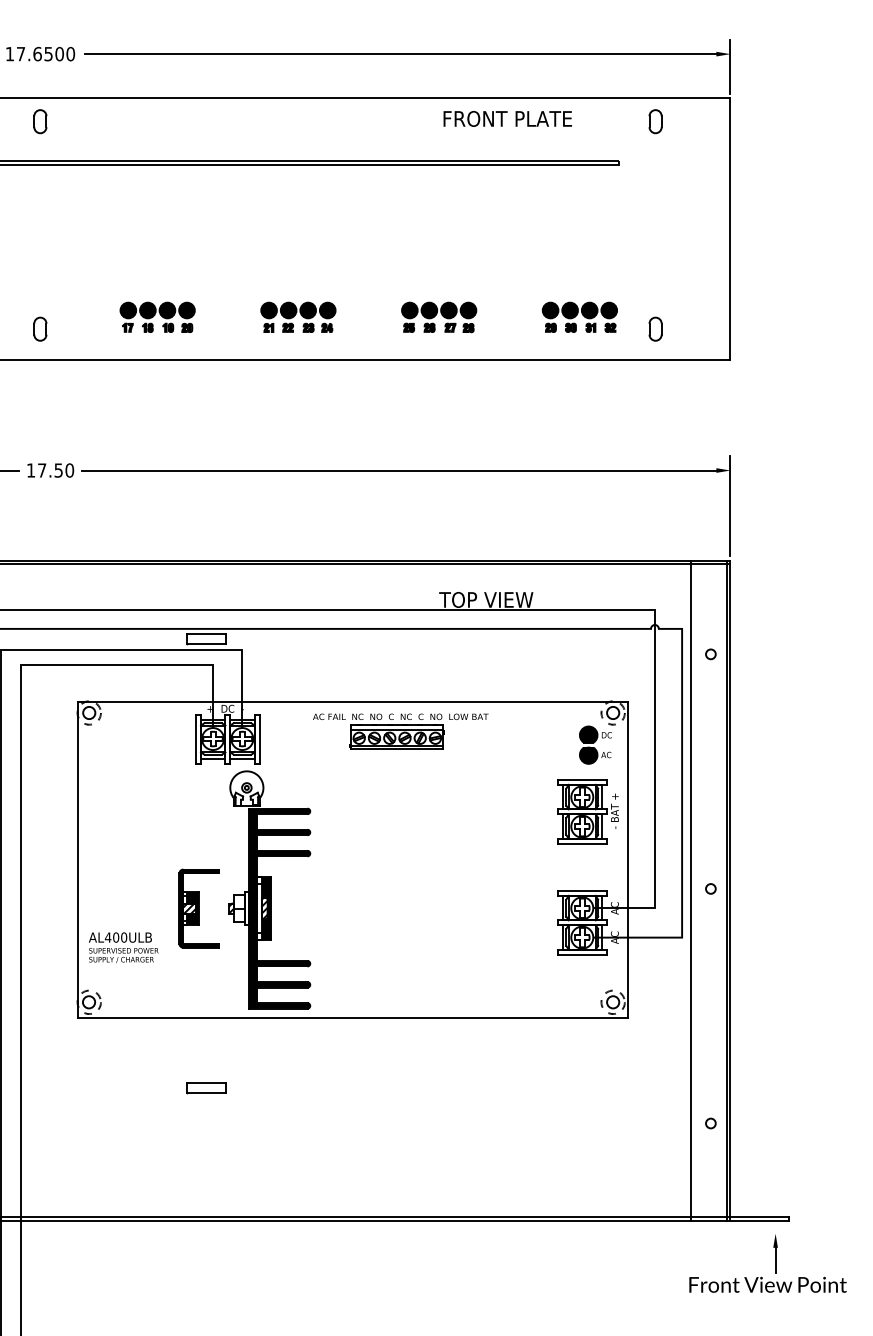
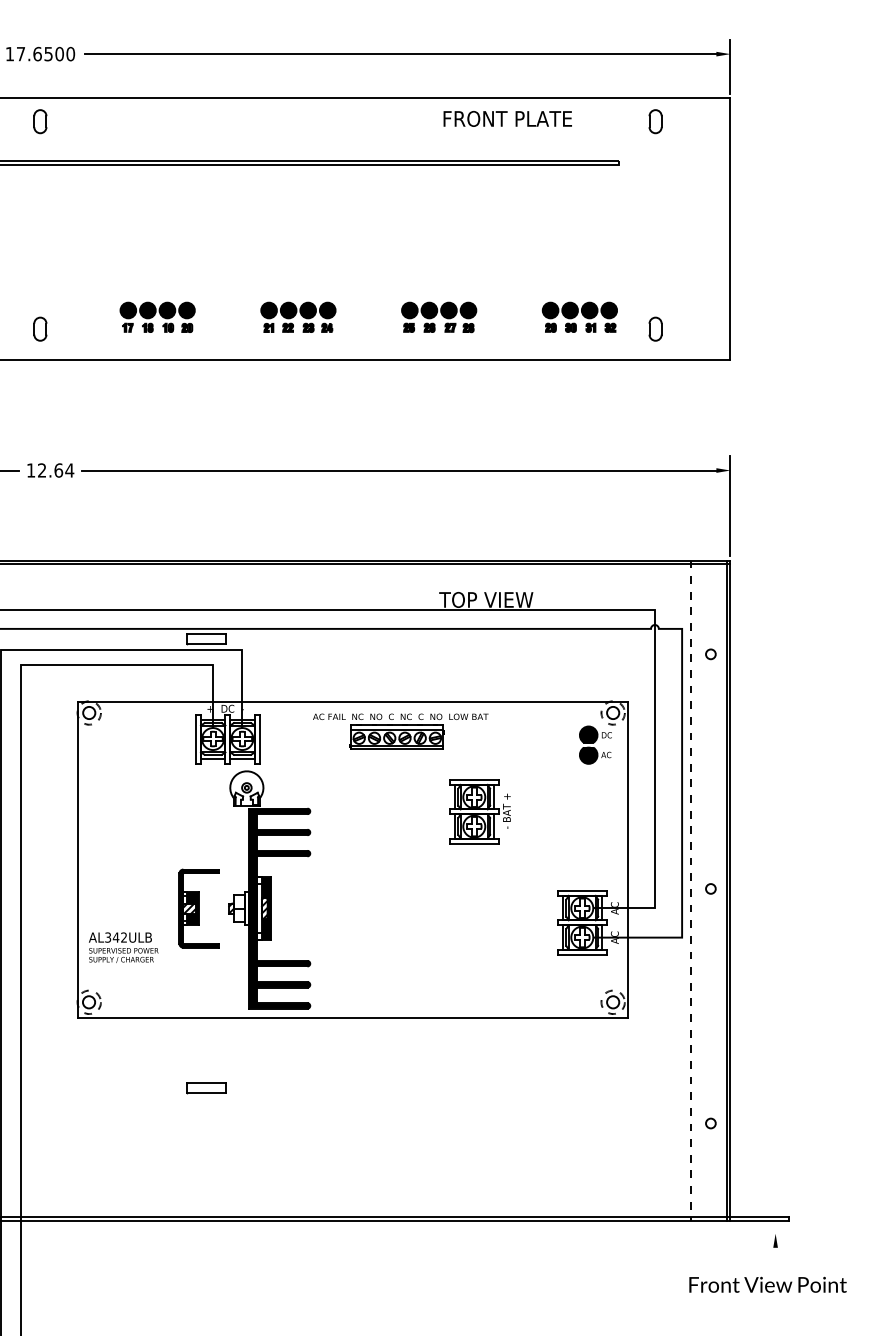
text at (56, 470): 17.50 -> 12.64
part at (587, 811) position: (587, 811) -> (479, 811)
line at (691, 891): solid -> dashed
text at (115, 937): AL400ULB -> AL342ULB
line at (775, 1259): present -> none
